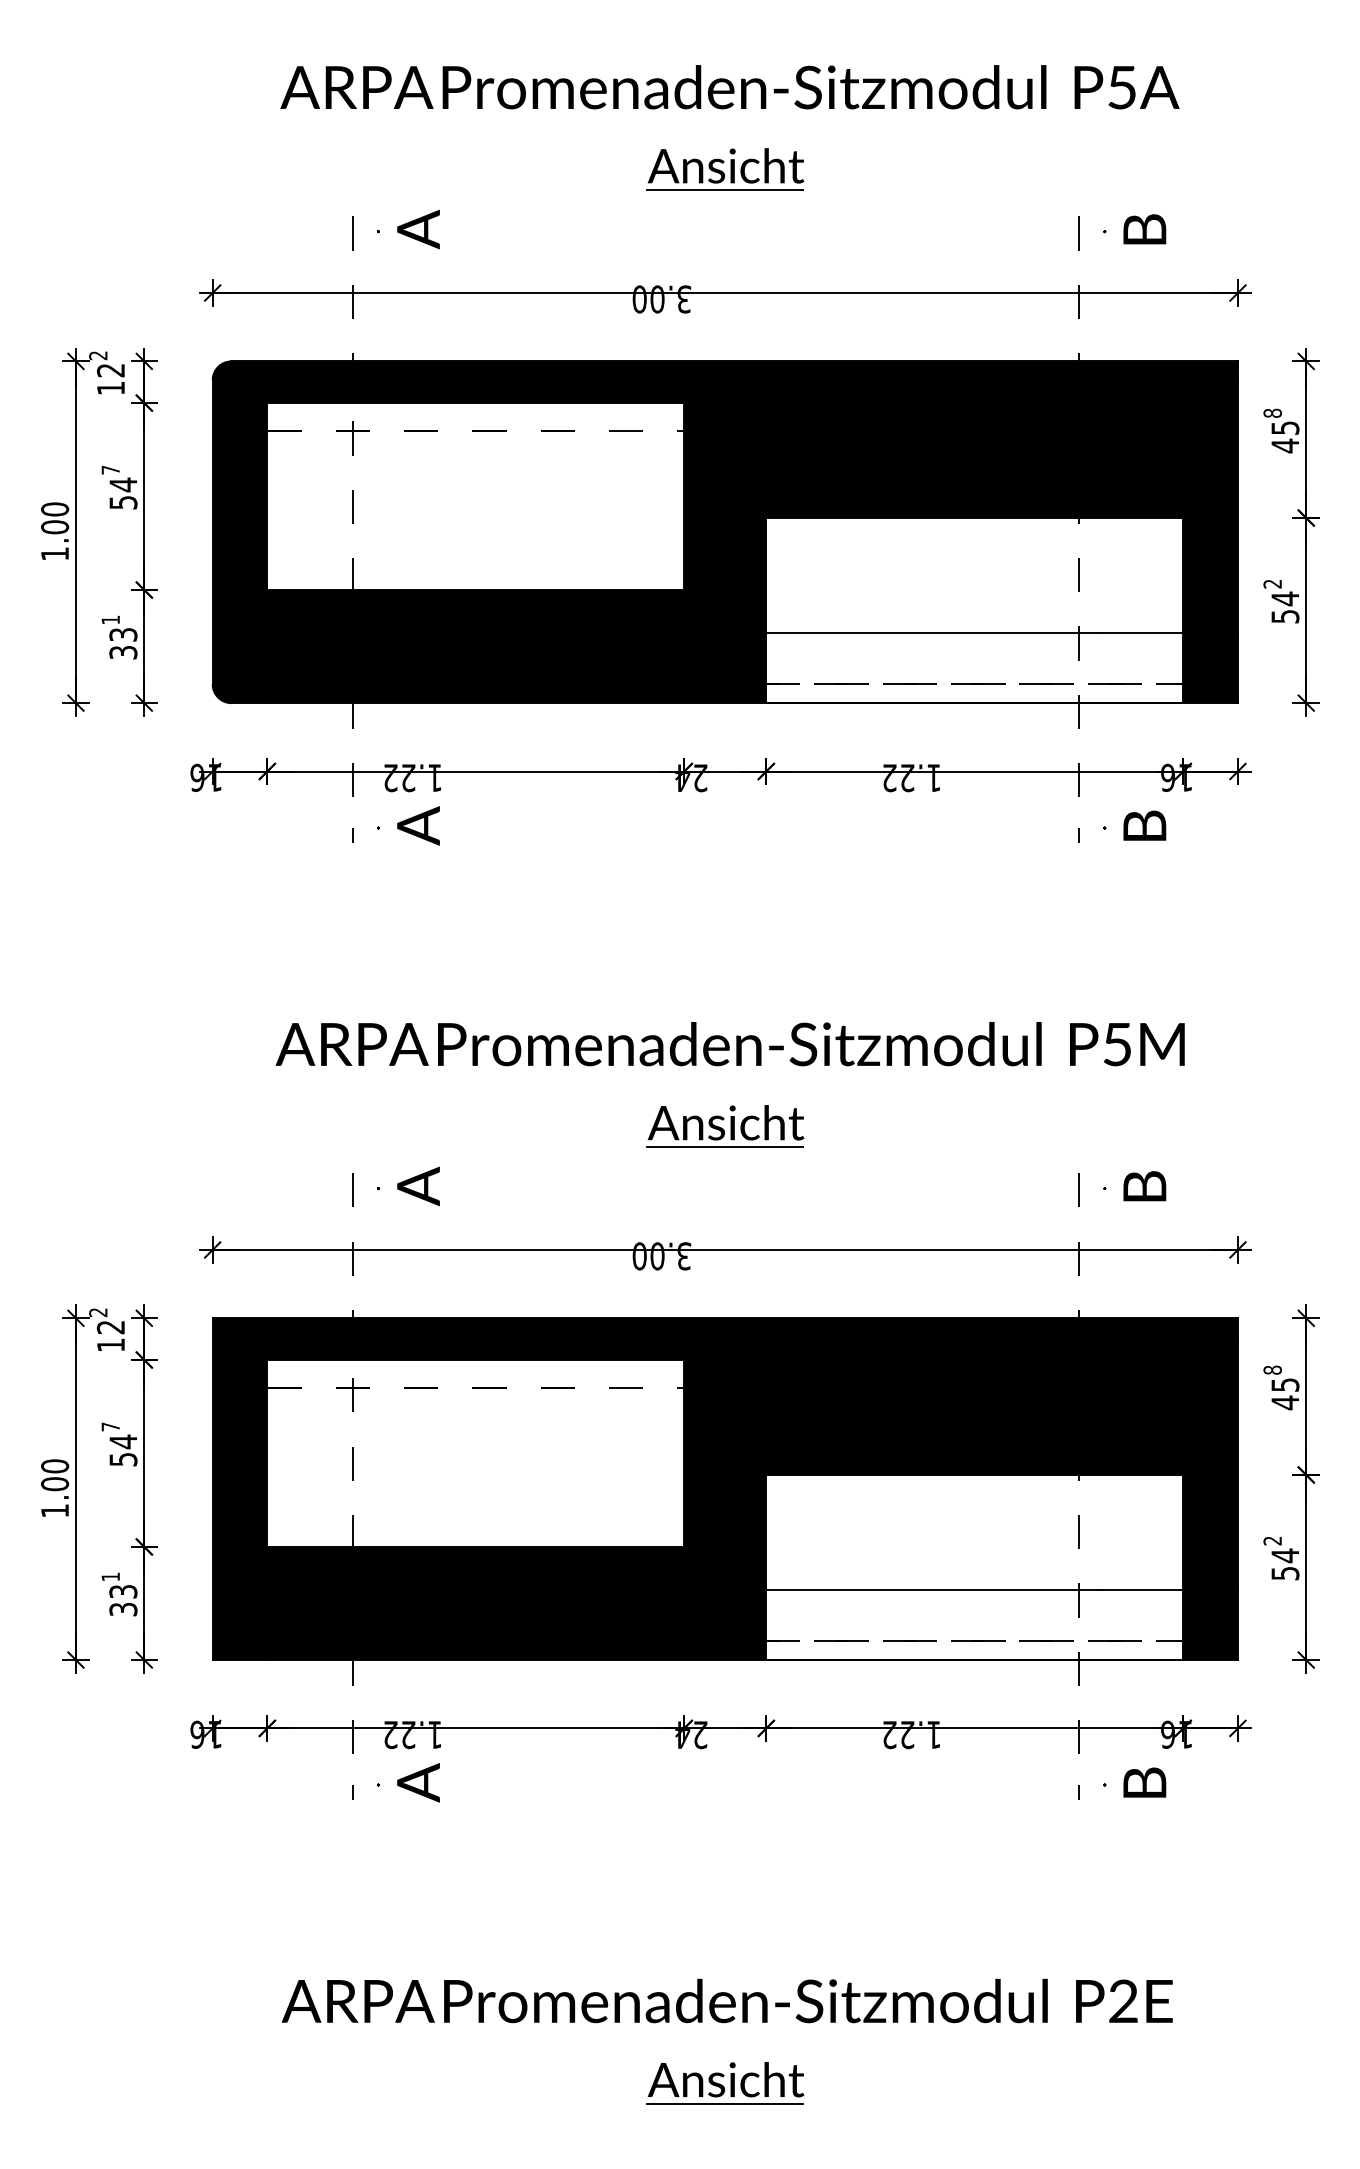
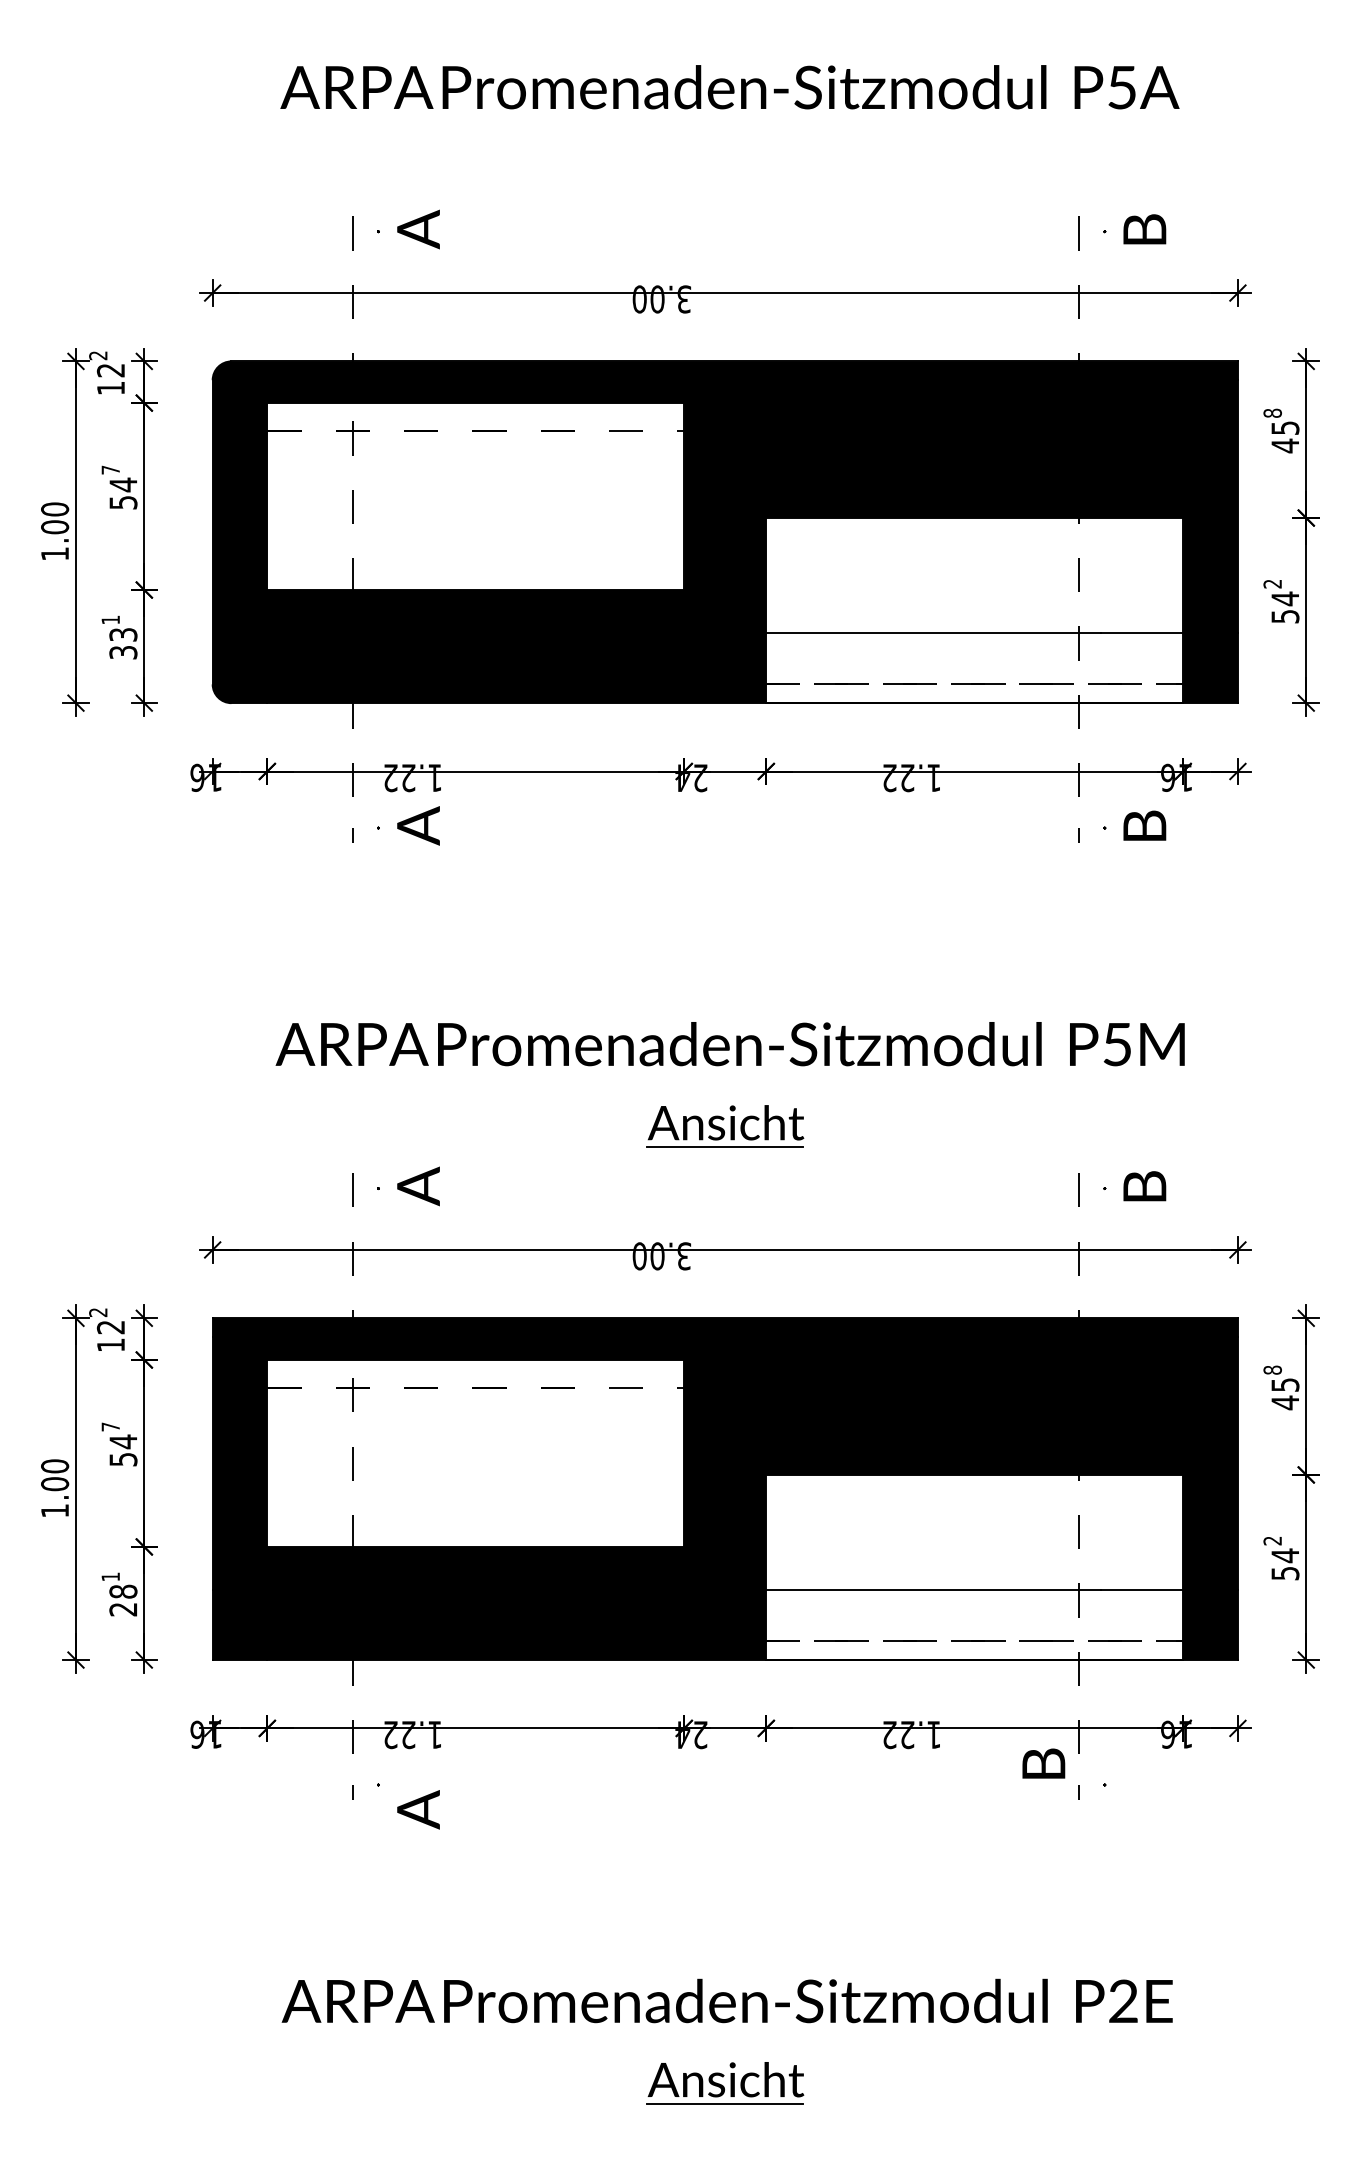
part at (725, 169): present -> none
text at (123, 1600): 33 -> 28
text at (418, 1782) position: (418, 1782) -> (418, 1809)
text at (1144, 1782) position: (1144, 1782) -> (1043, 1763)
